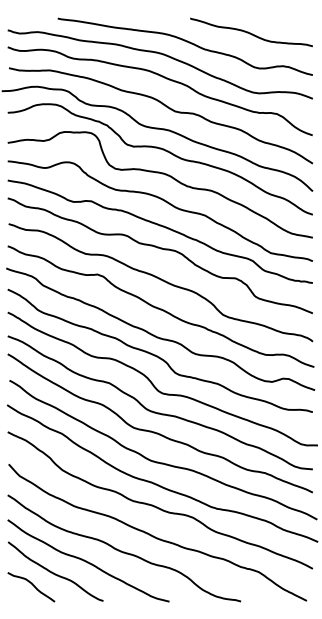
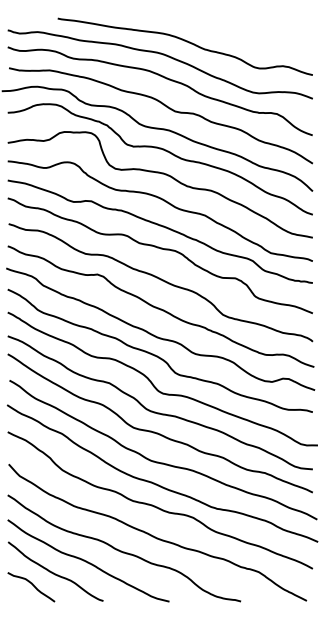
curve at (250, 32): present -> none
